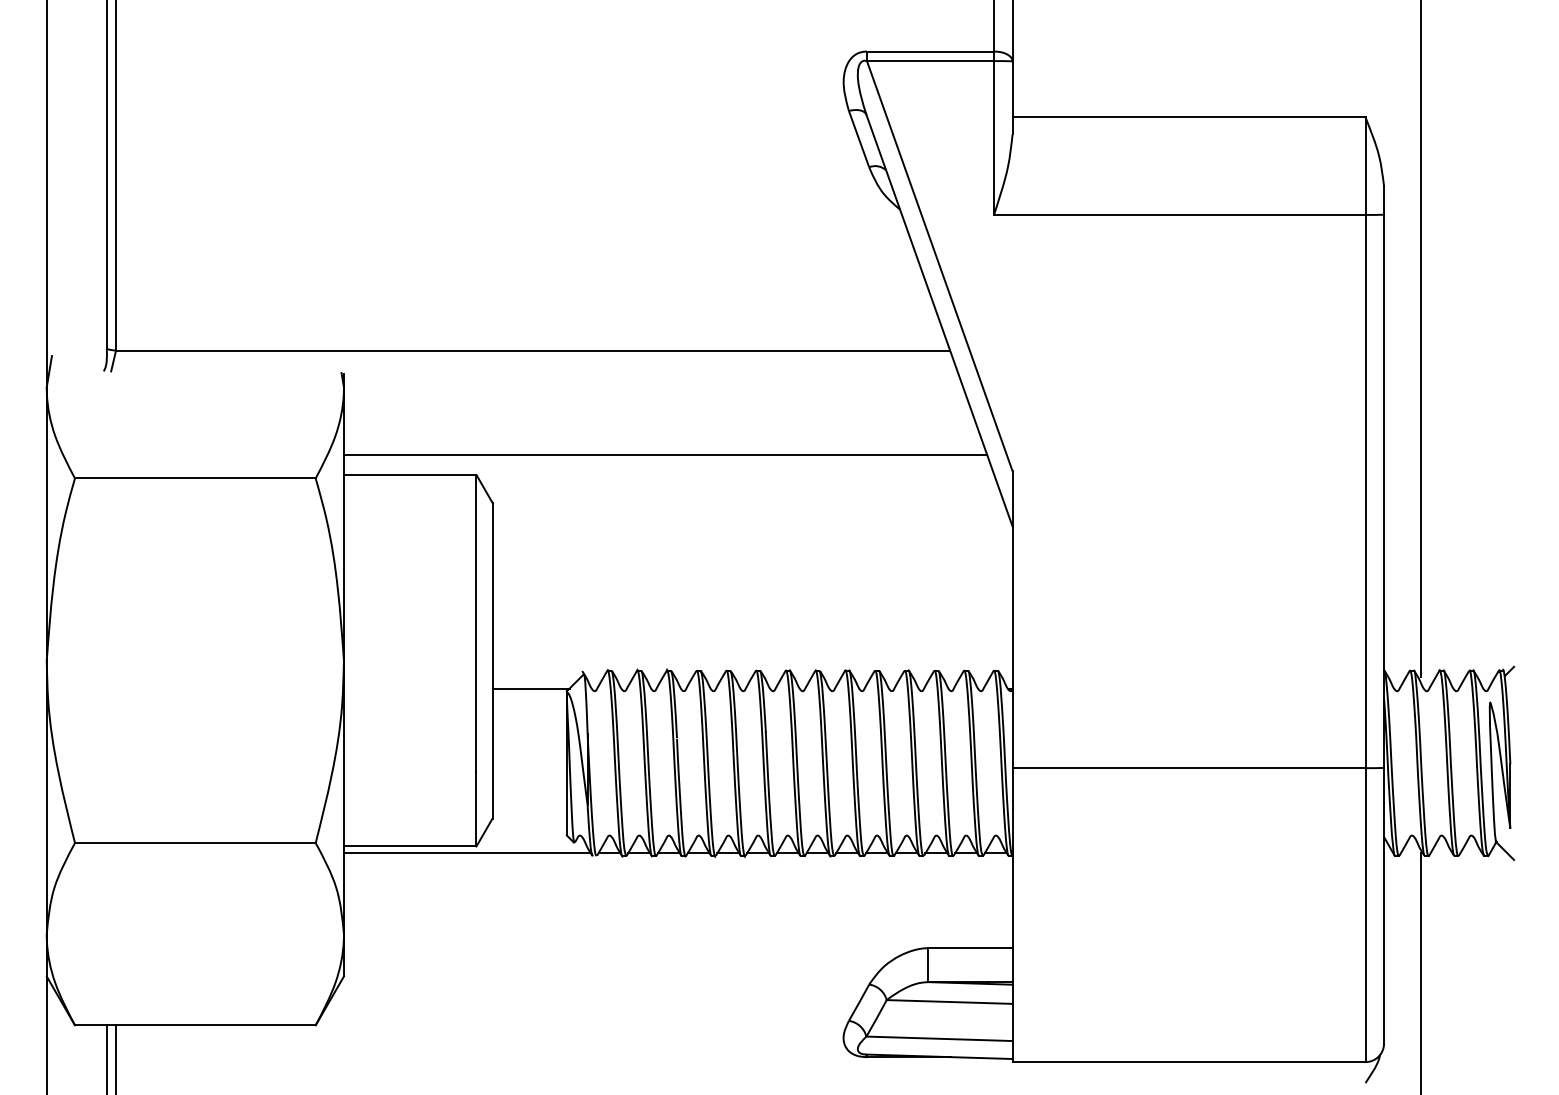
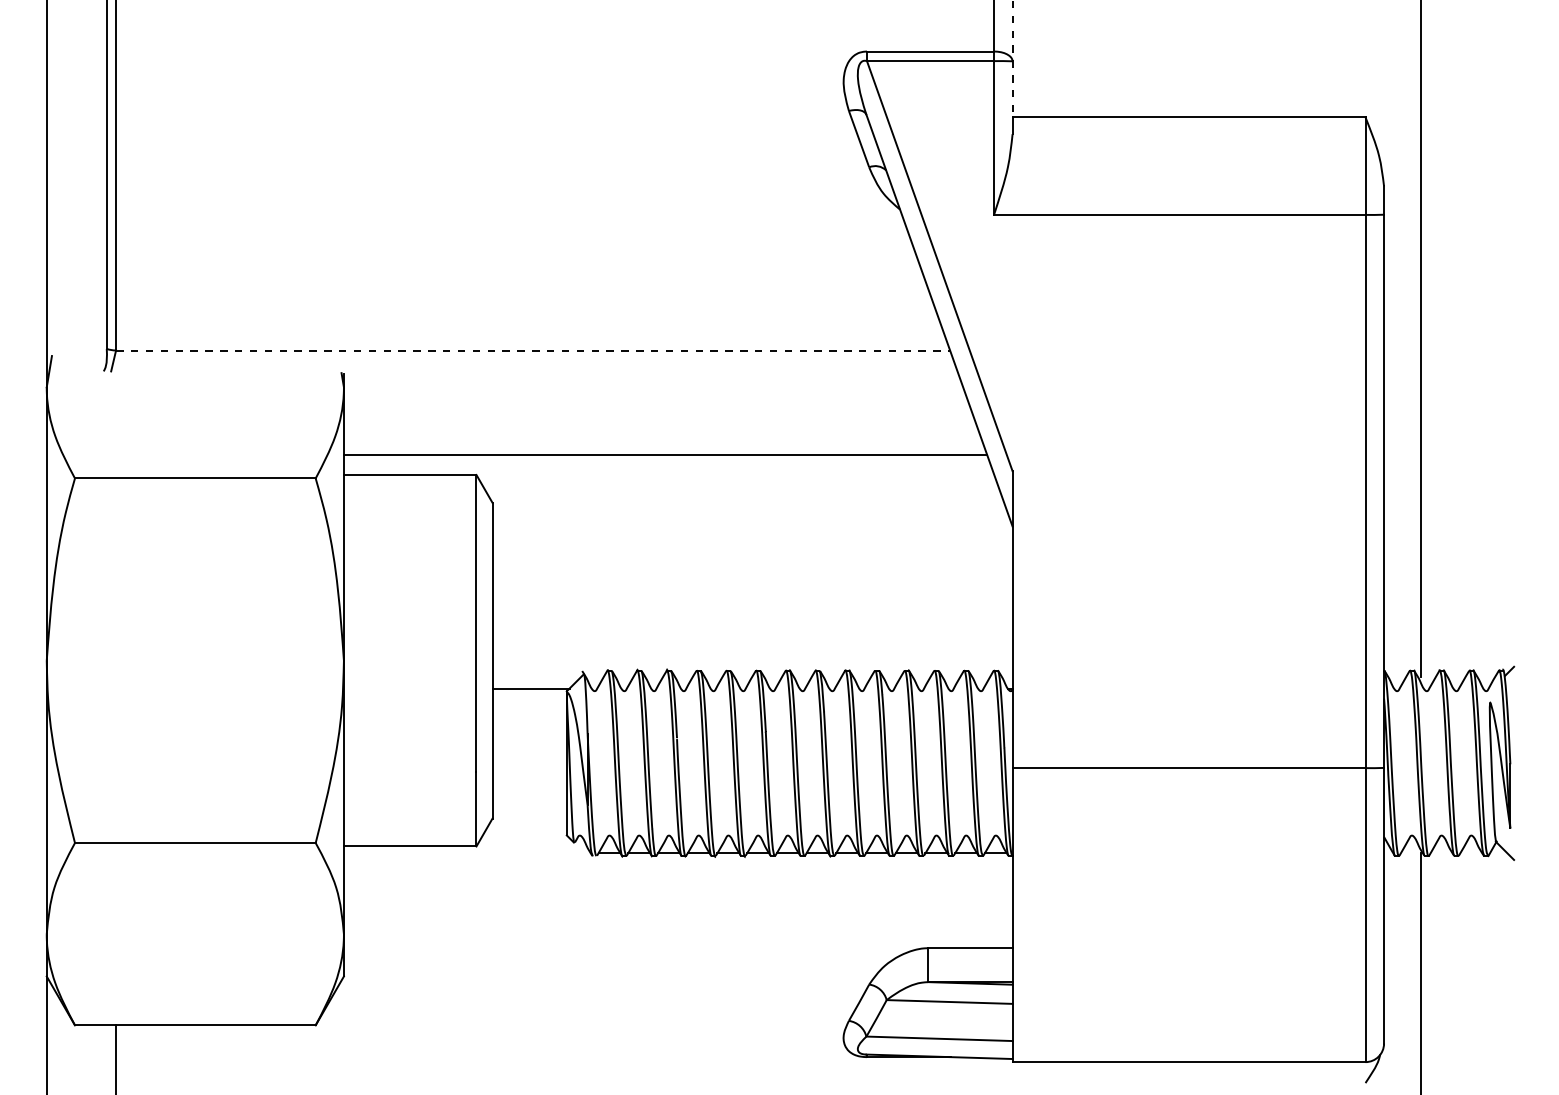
line at (1012, 59): solid -> dashed
line at (533, 350): solid -> dashed
line at (466, 853): present -> none
line at (106, 1058): present -> none
